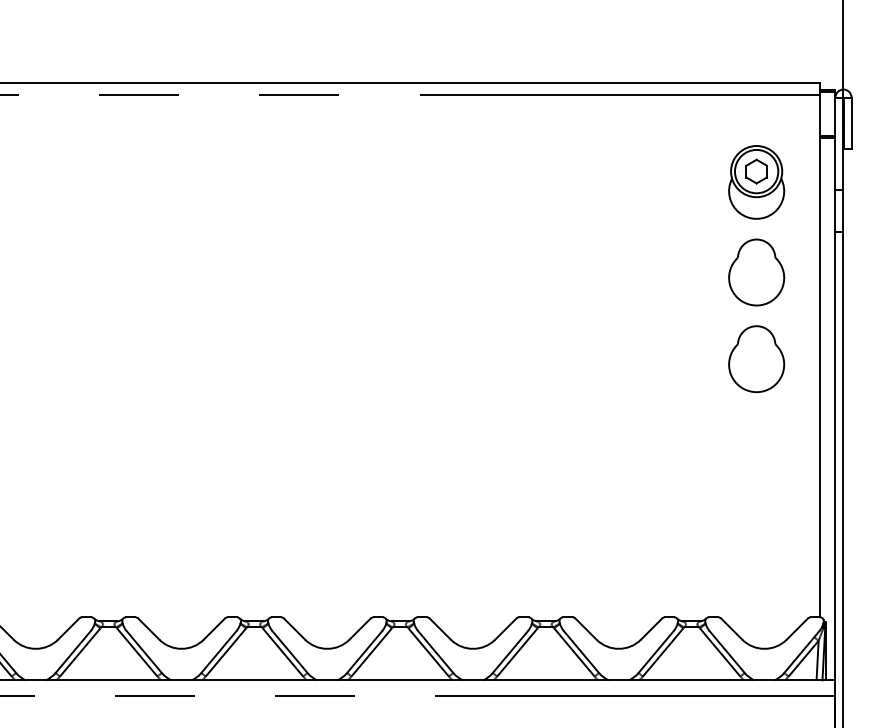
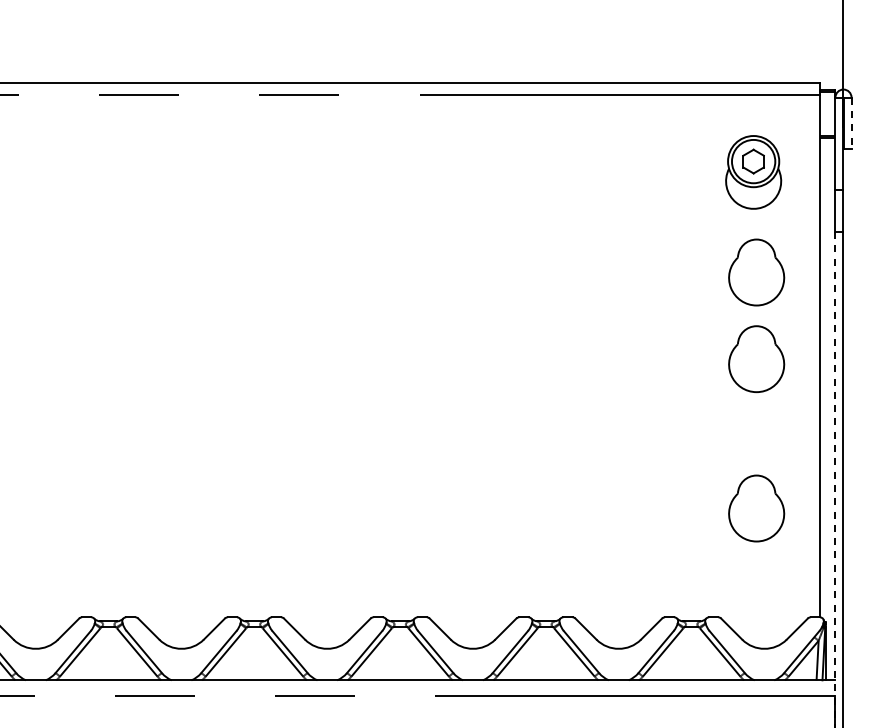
line at (851, 123): solid -> dashed
part at (756, 182) position: (756, 182) -> (753, 172)
line at (835, 479): solid -> dashed
part at (756, 508): none -> present
